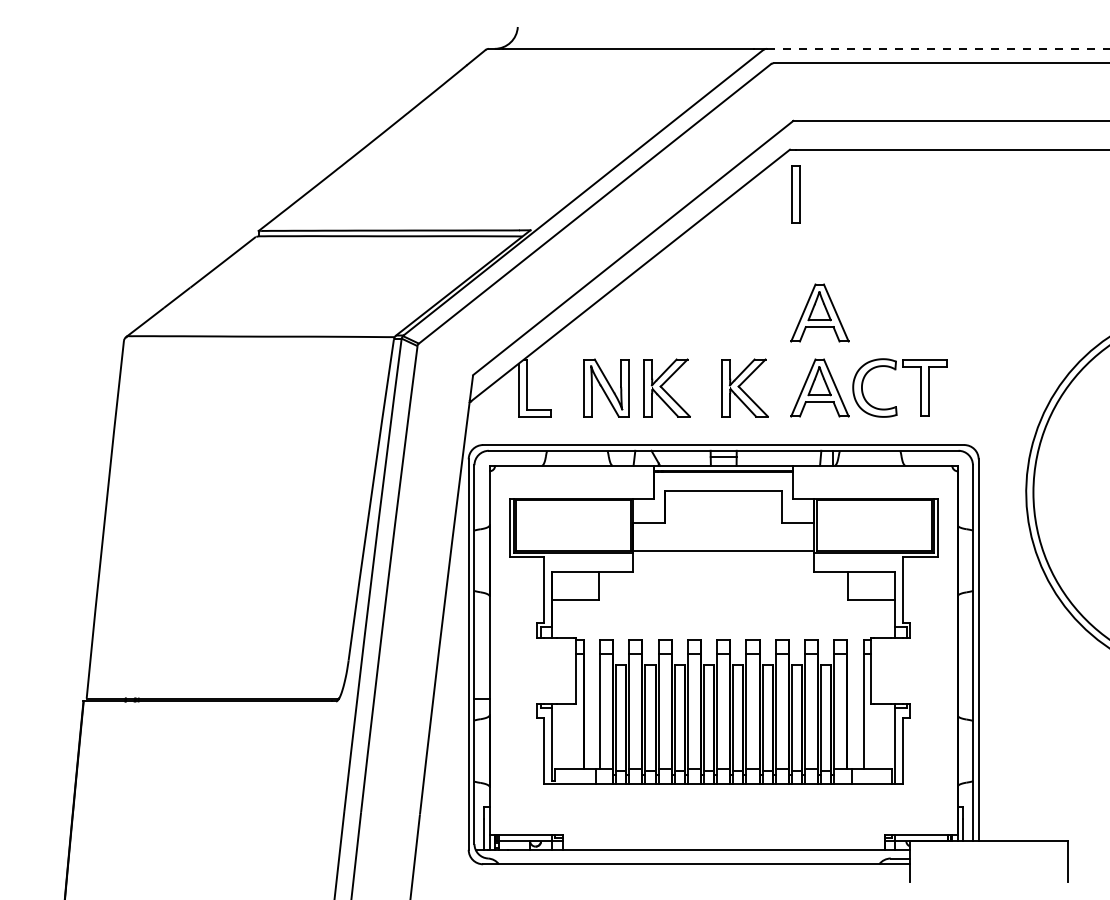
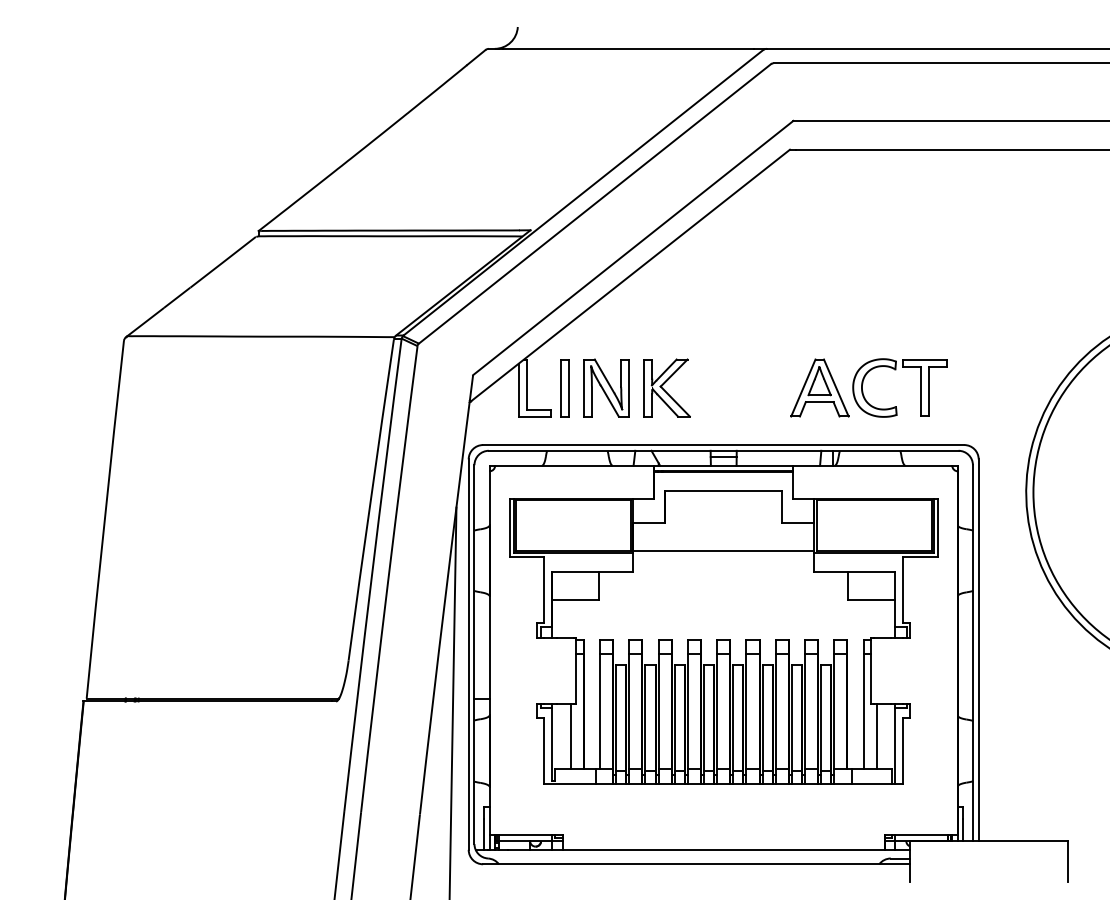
line at (938, 48): dashed -> solid
part at (795, 194) position: (795, 194) -> (564, 388)
part at (819, 312): present -> none
part at (744, 387): present -> none
line at (452, 701): none -> present
line at (570, 735): none -> present
line at (876, 735): none -> present
